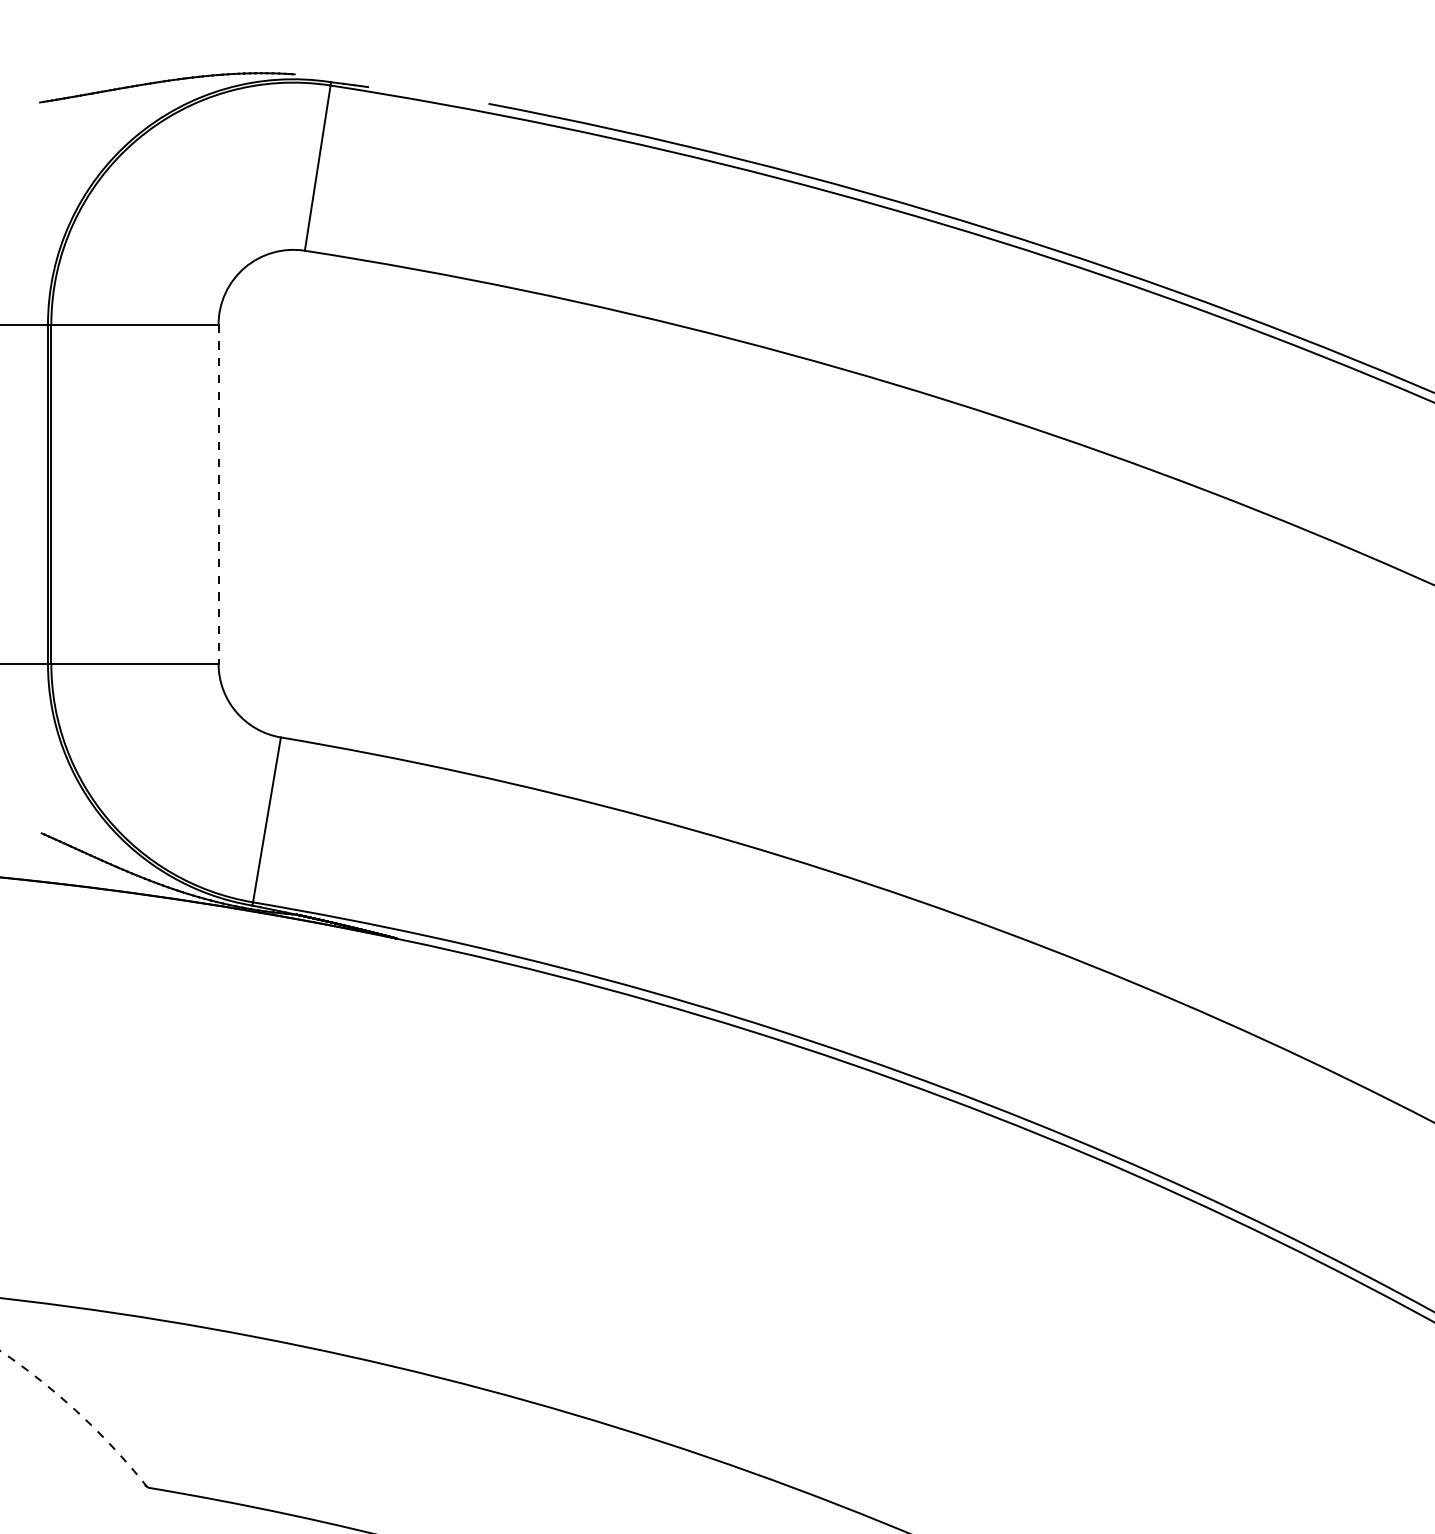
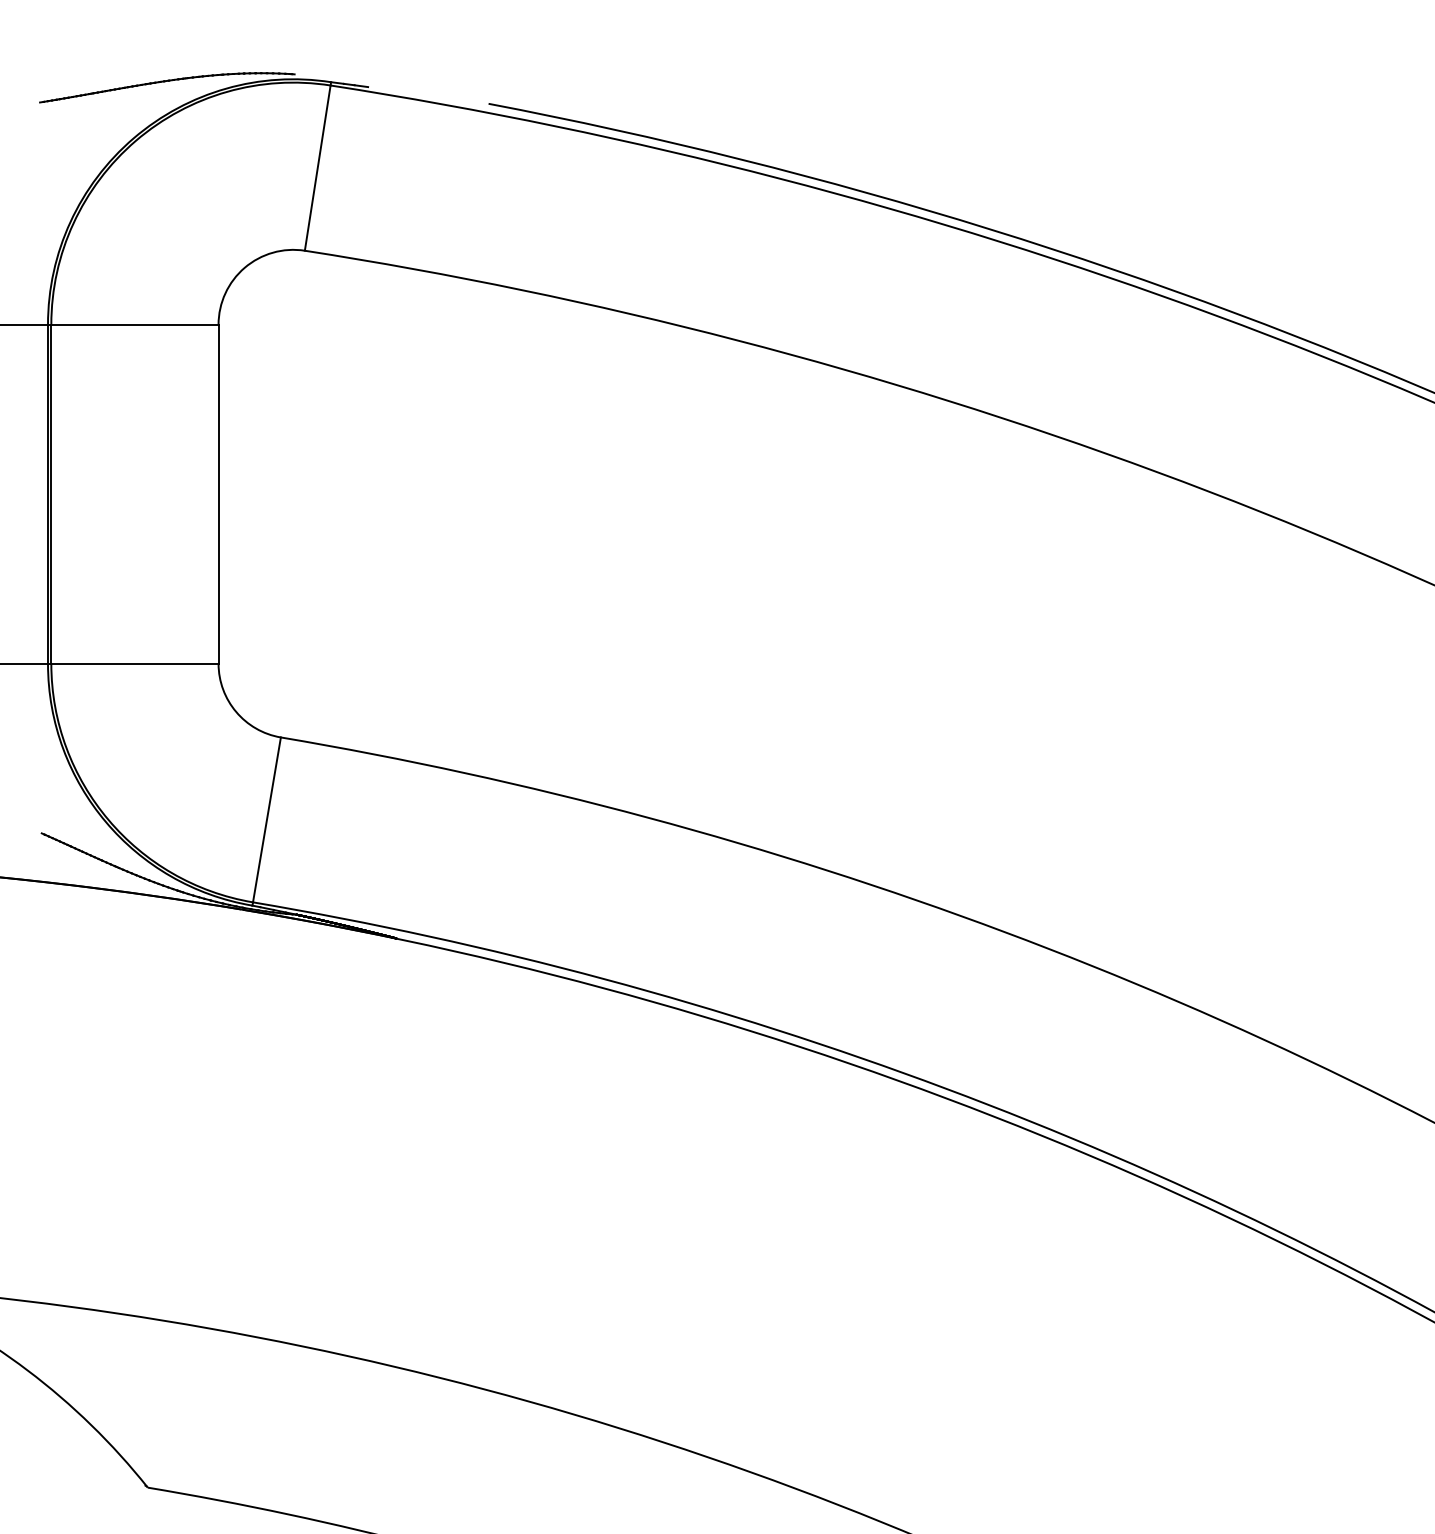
line at (218, 494): dashed -> solid
arc at (80, 1414): dashed -> solid
